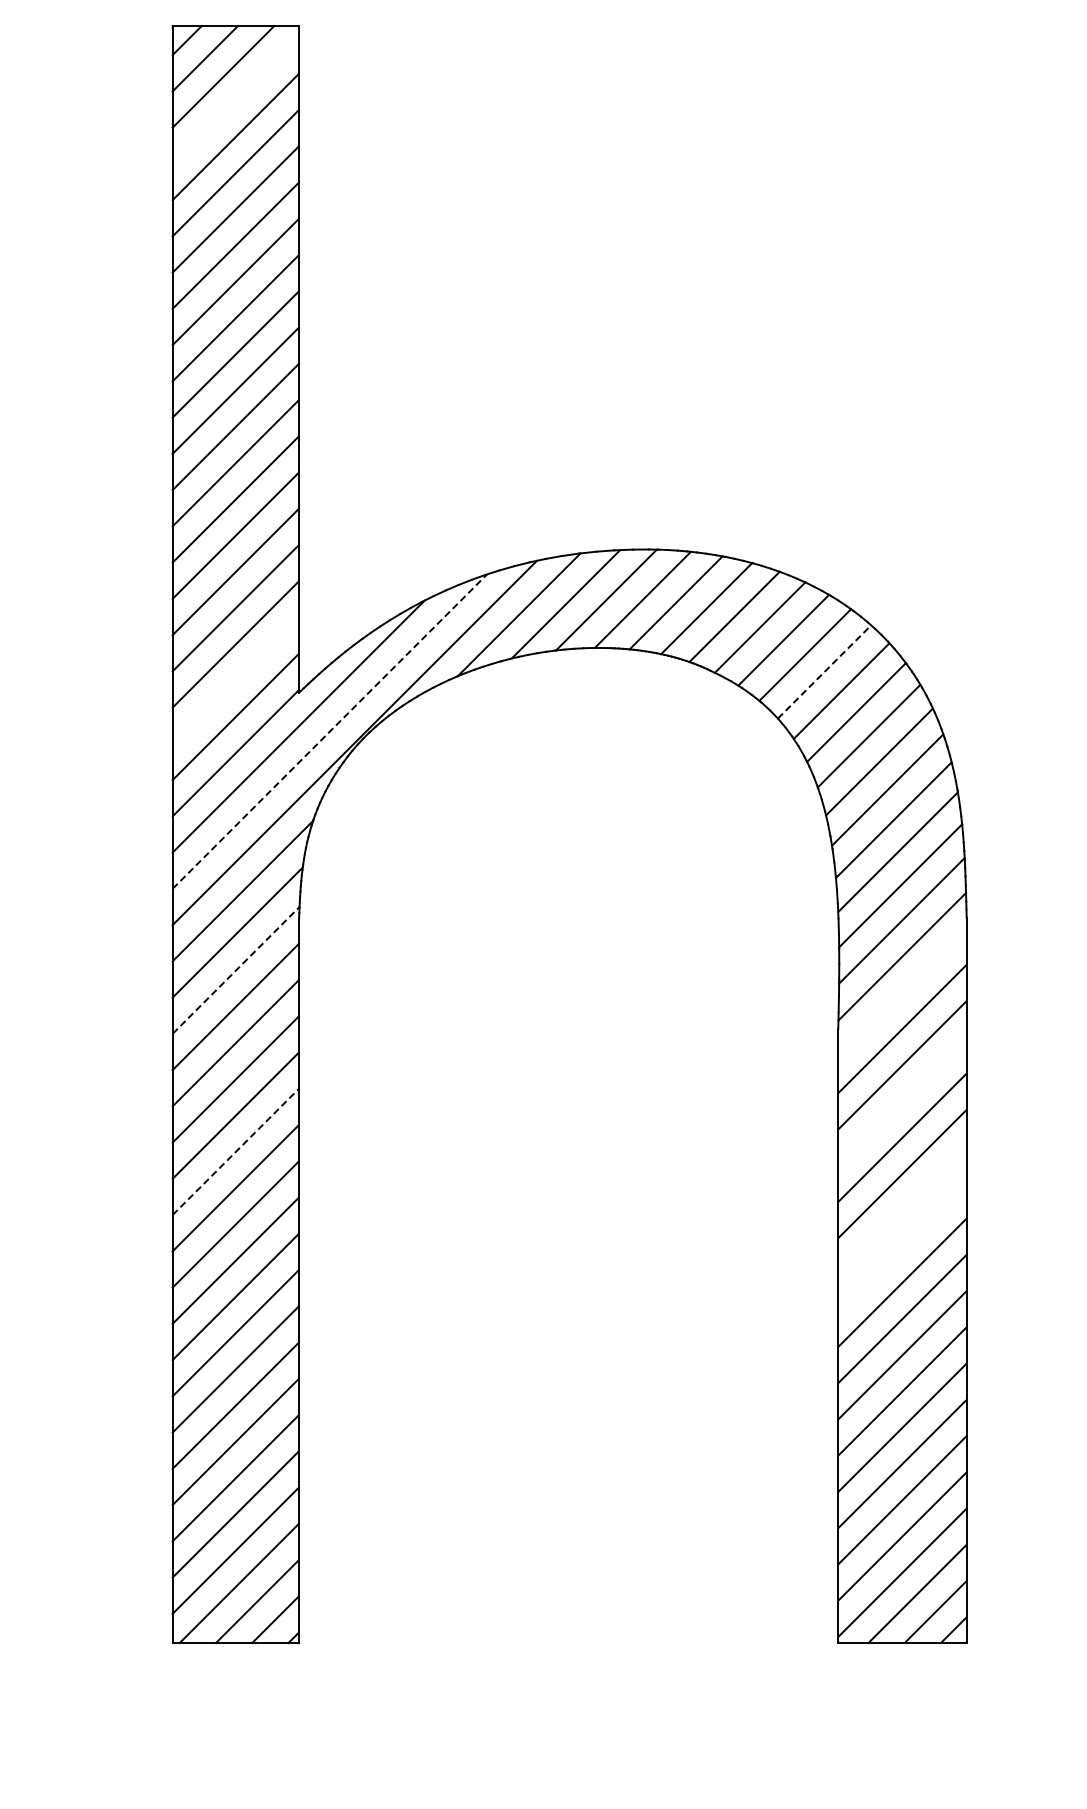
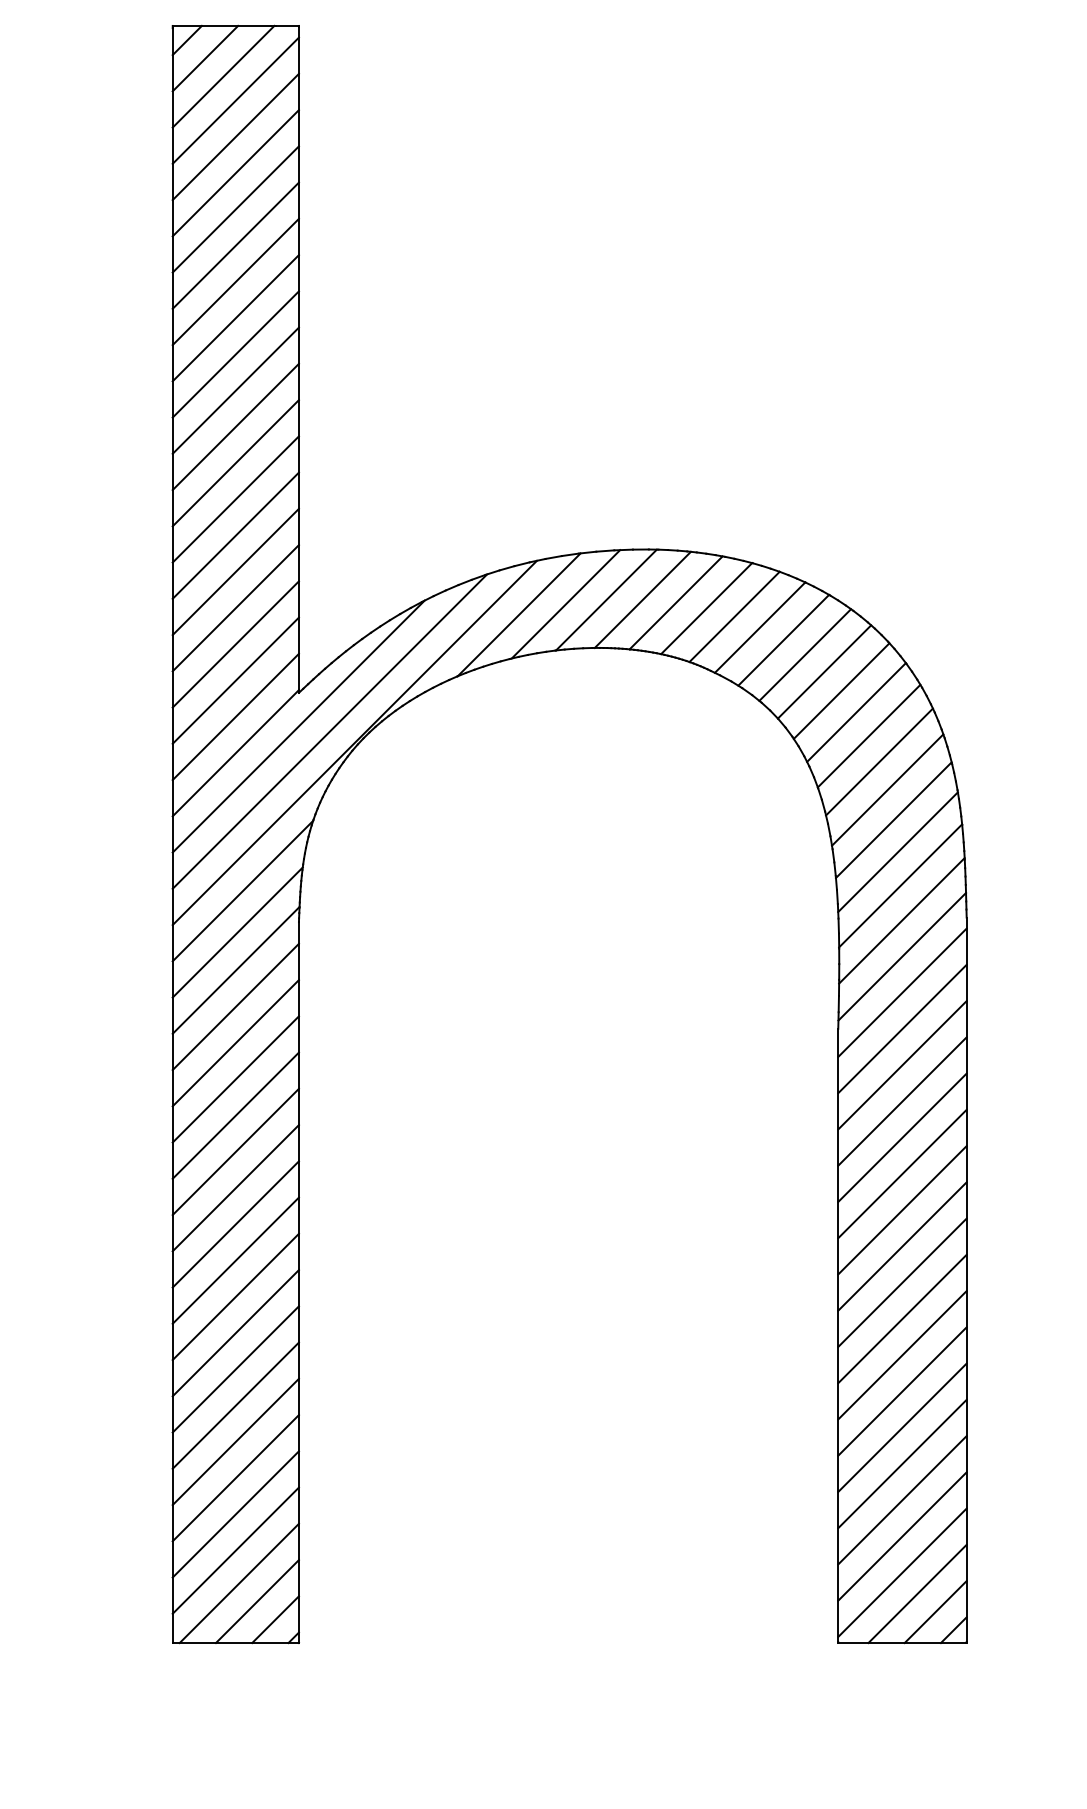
line at (235, 100): none -> present
line at (824, 671): dashed -> solid
line at (235, 680): none -> present
line at (330, 731): dashed -> solid
line at (236, 970): dashed -> solid
line at (902, 992): none -> present
line at (902, 1101): none -> present
line at (236, 1151): dashed -> solid
line at (902, 1210): none -> present
line at (902, 1246): none -> present
